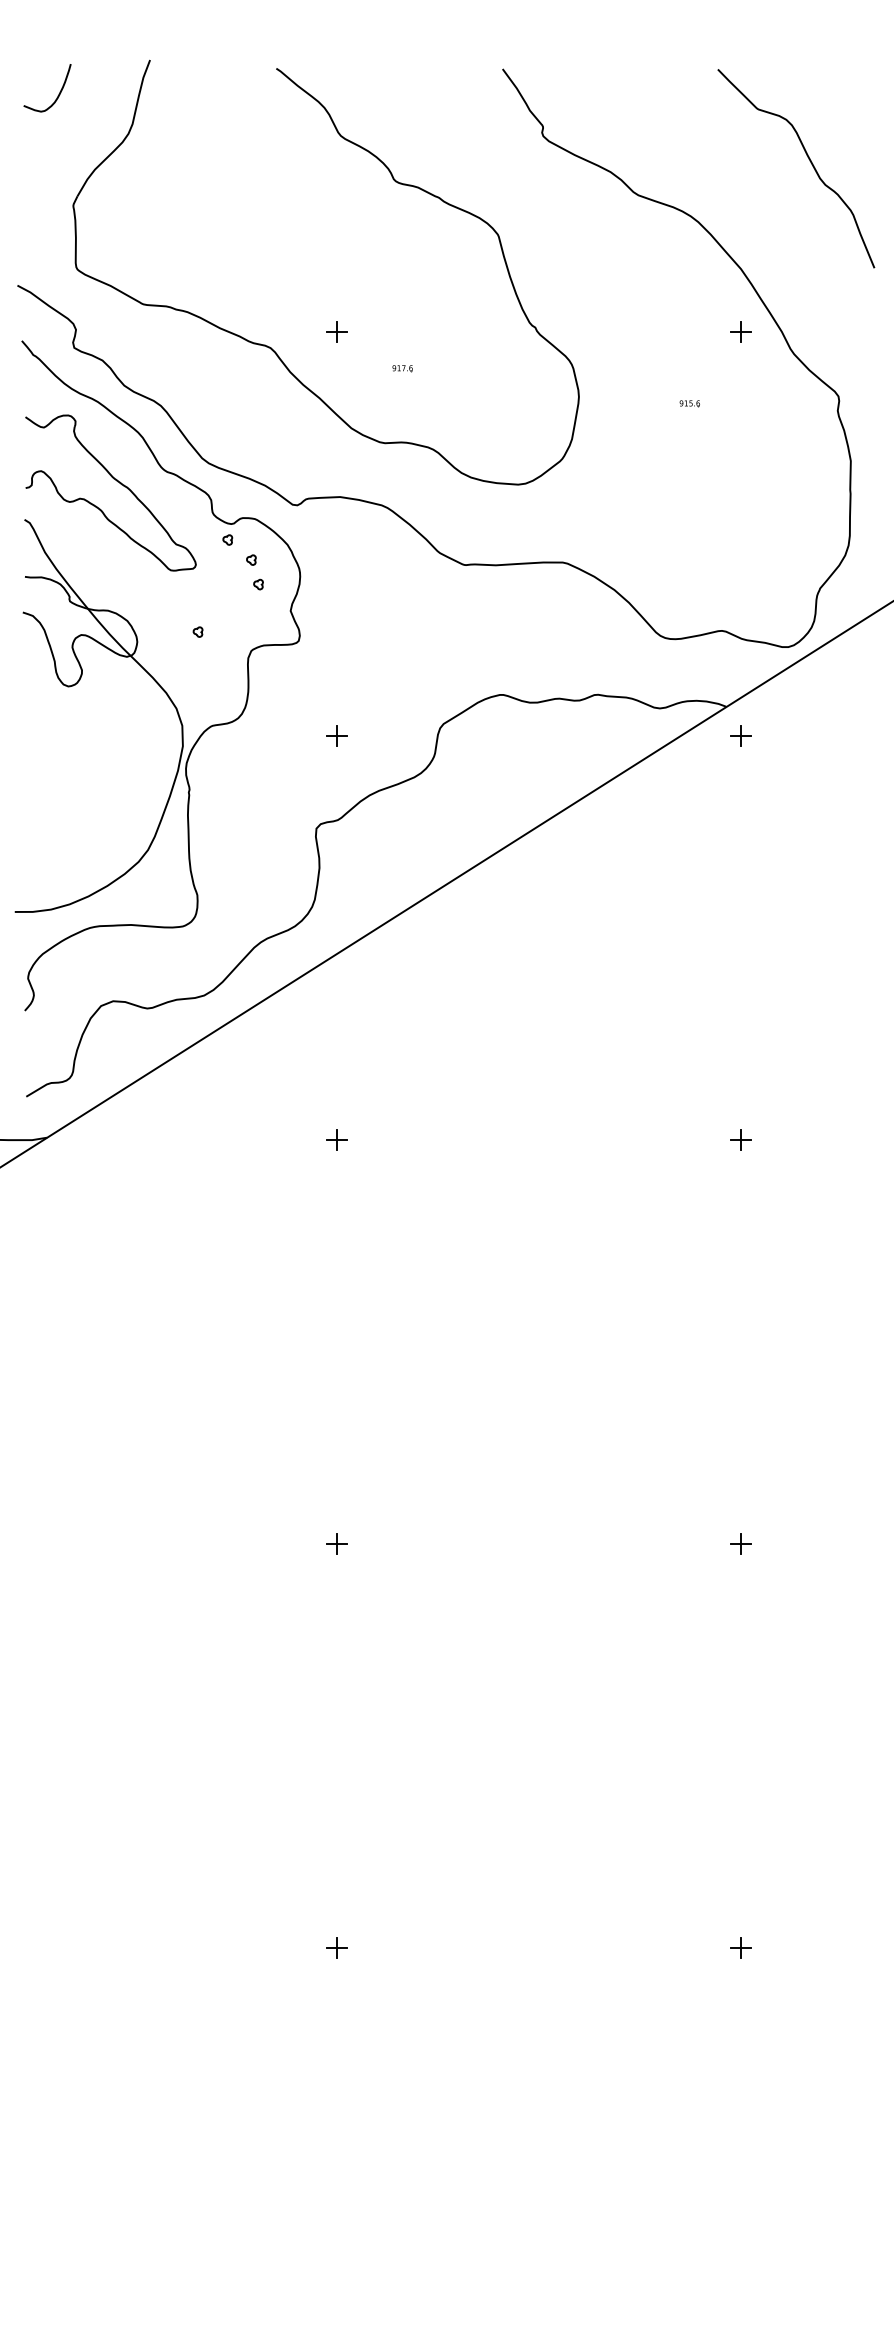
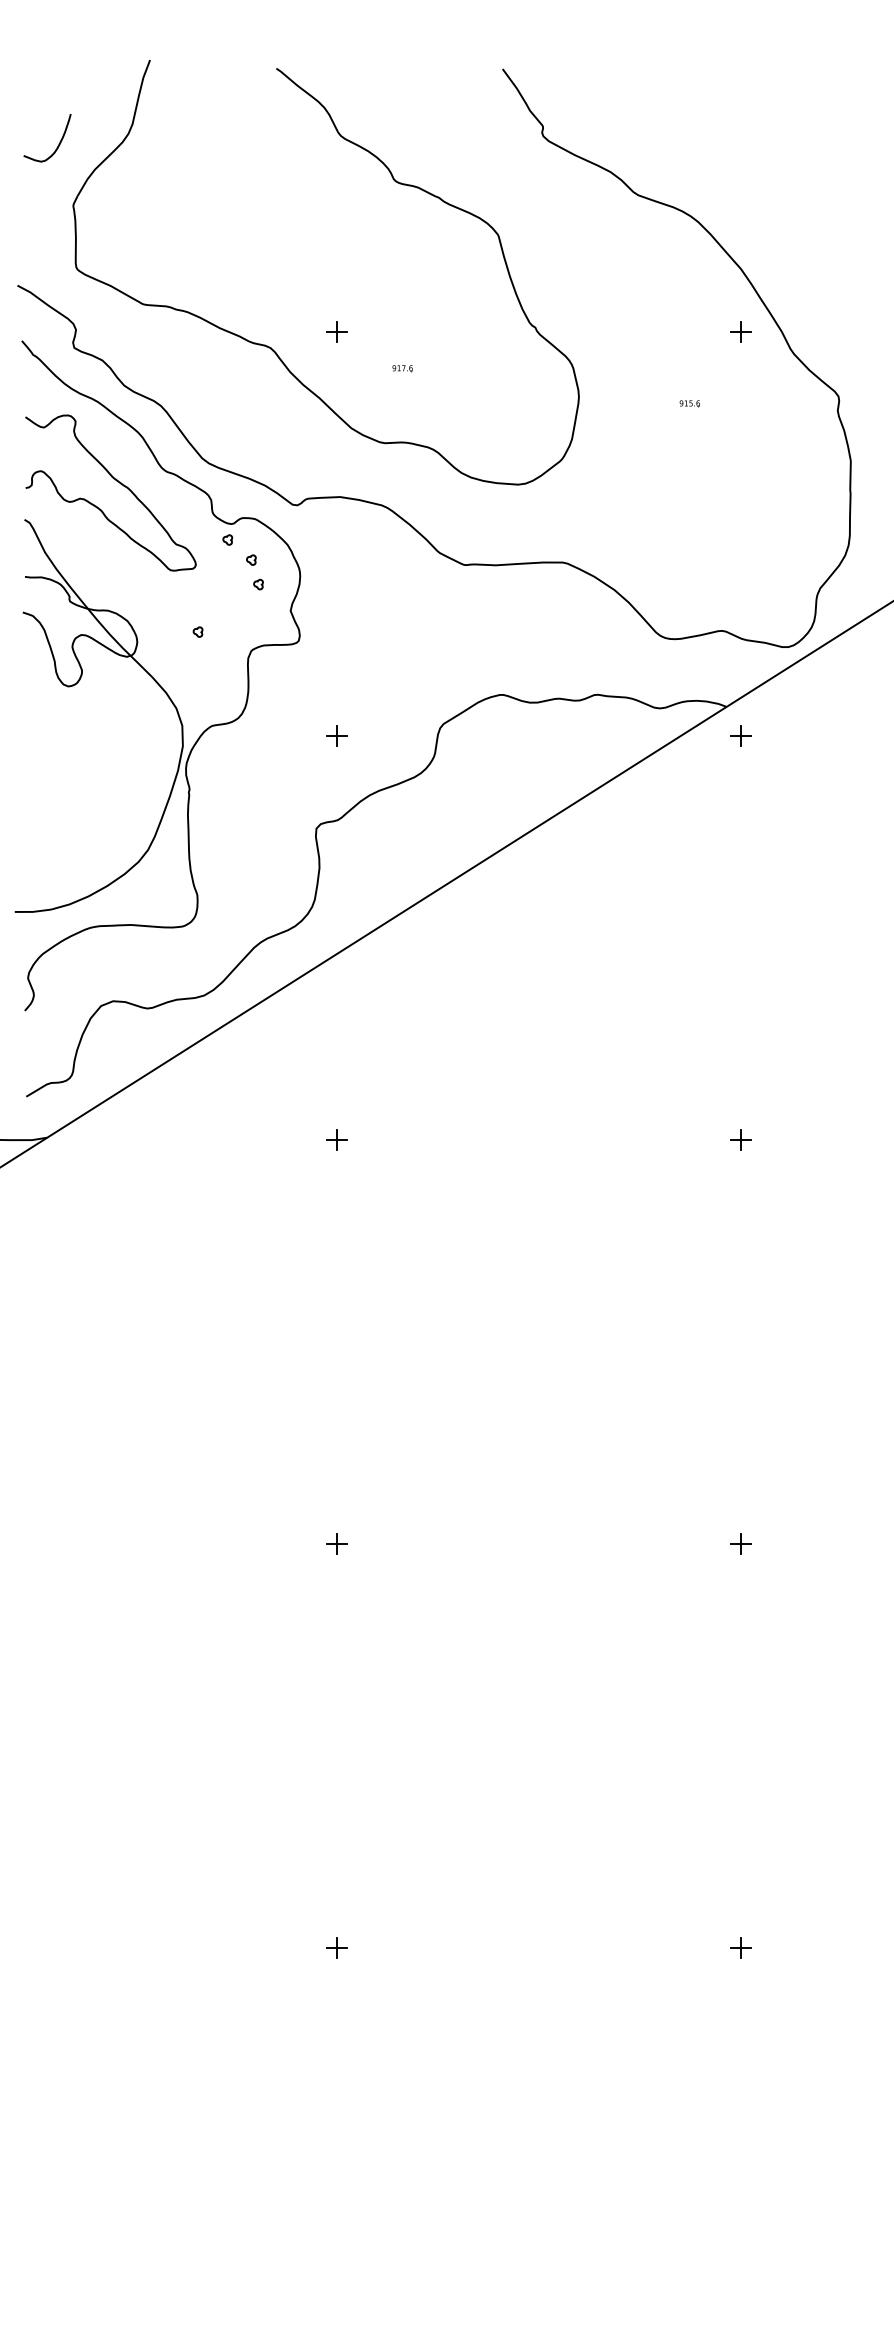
curve at (57, 95) position: (57, 95) -> (57, 145)
curve at (809, 161): present -> none
